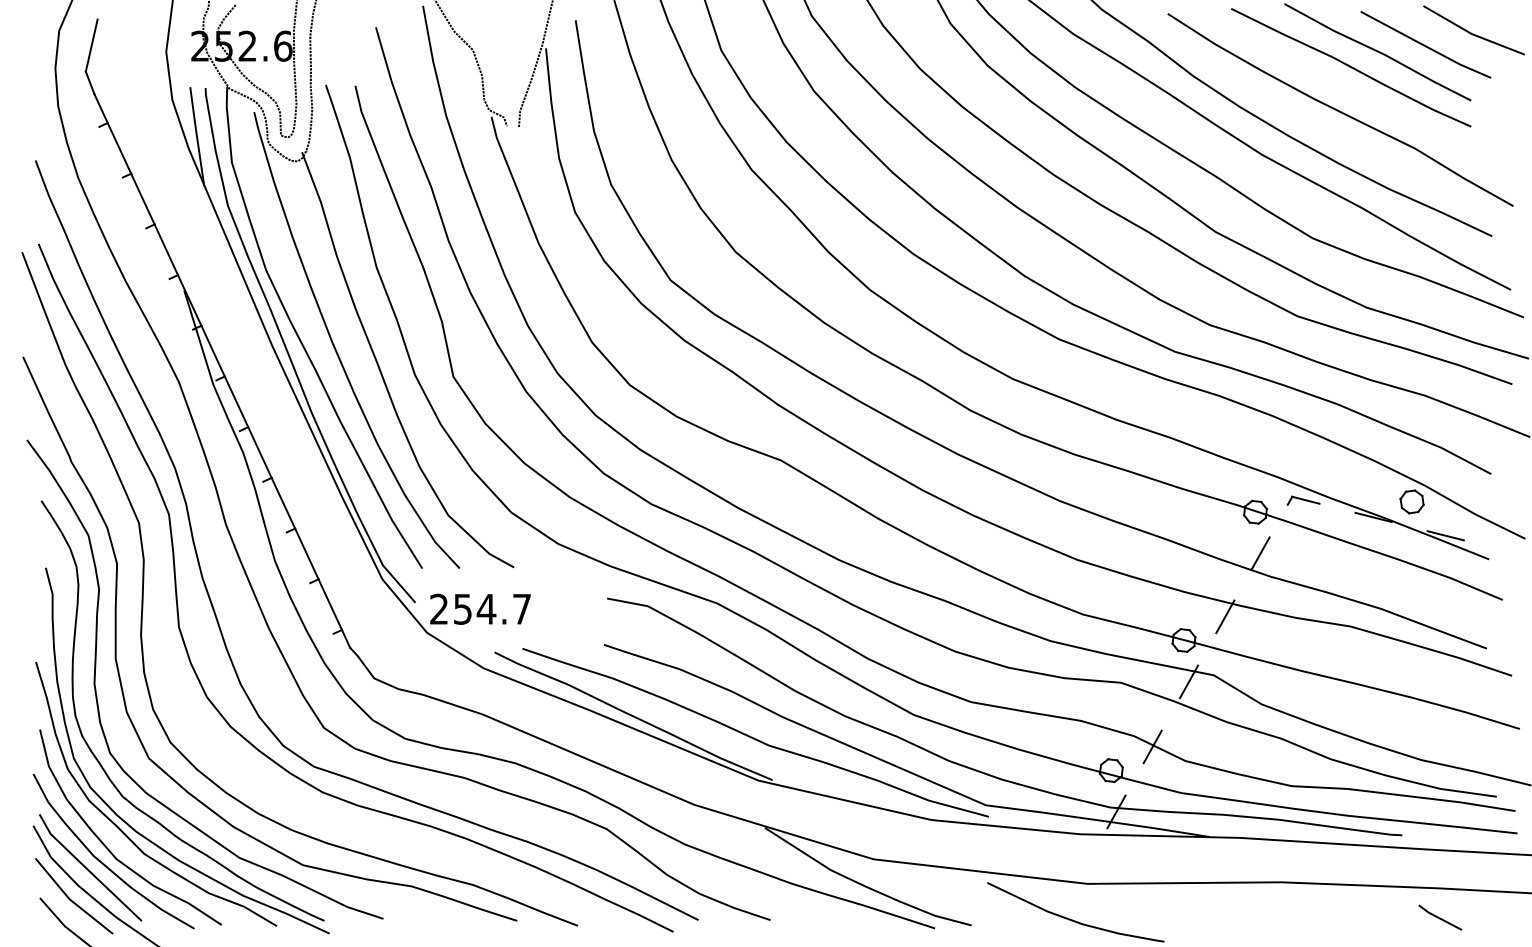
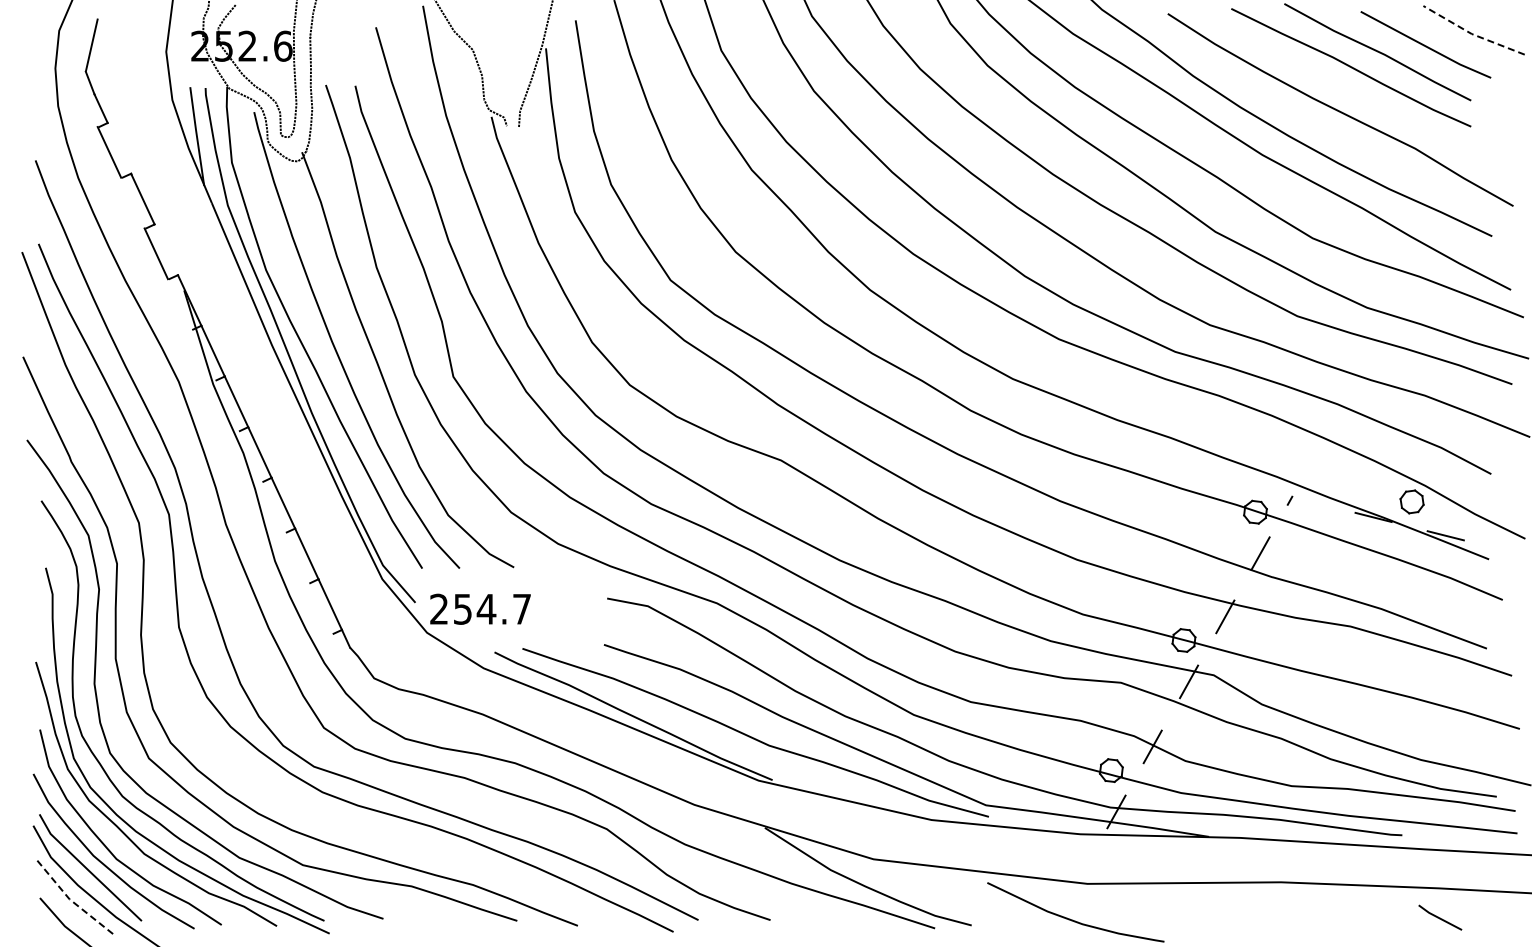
line at (1471, 34): solid -> dashed
line at (119, 148) position: (119, 148) -> (109, 152)
line at (165, 249) position: (165, 249) -> (155, 253)
line at (1305, 499): present -> none
line at (69, 899): solid -> dashed
